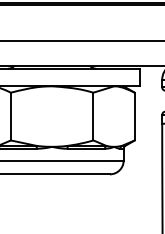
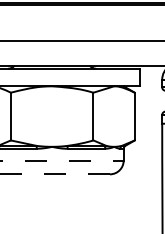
line at (62, 160): solid -> dashed
line at (55, 174): solid -> dashed
